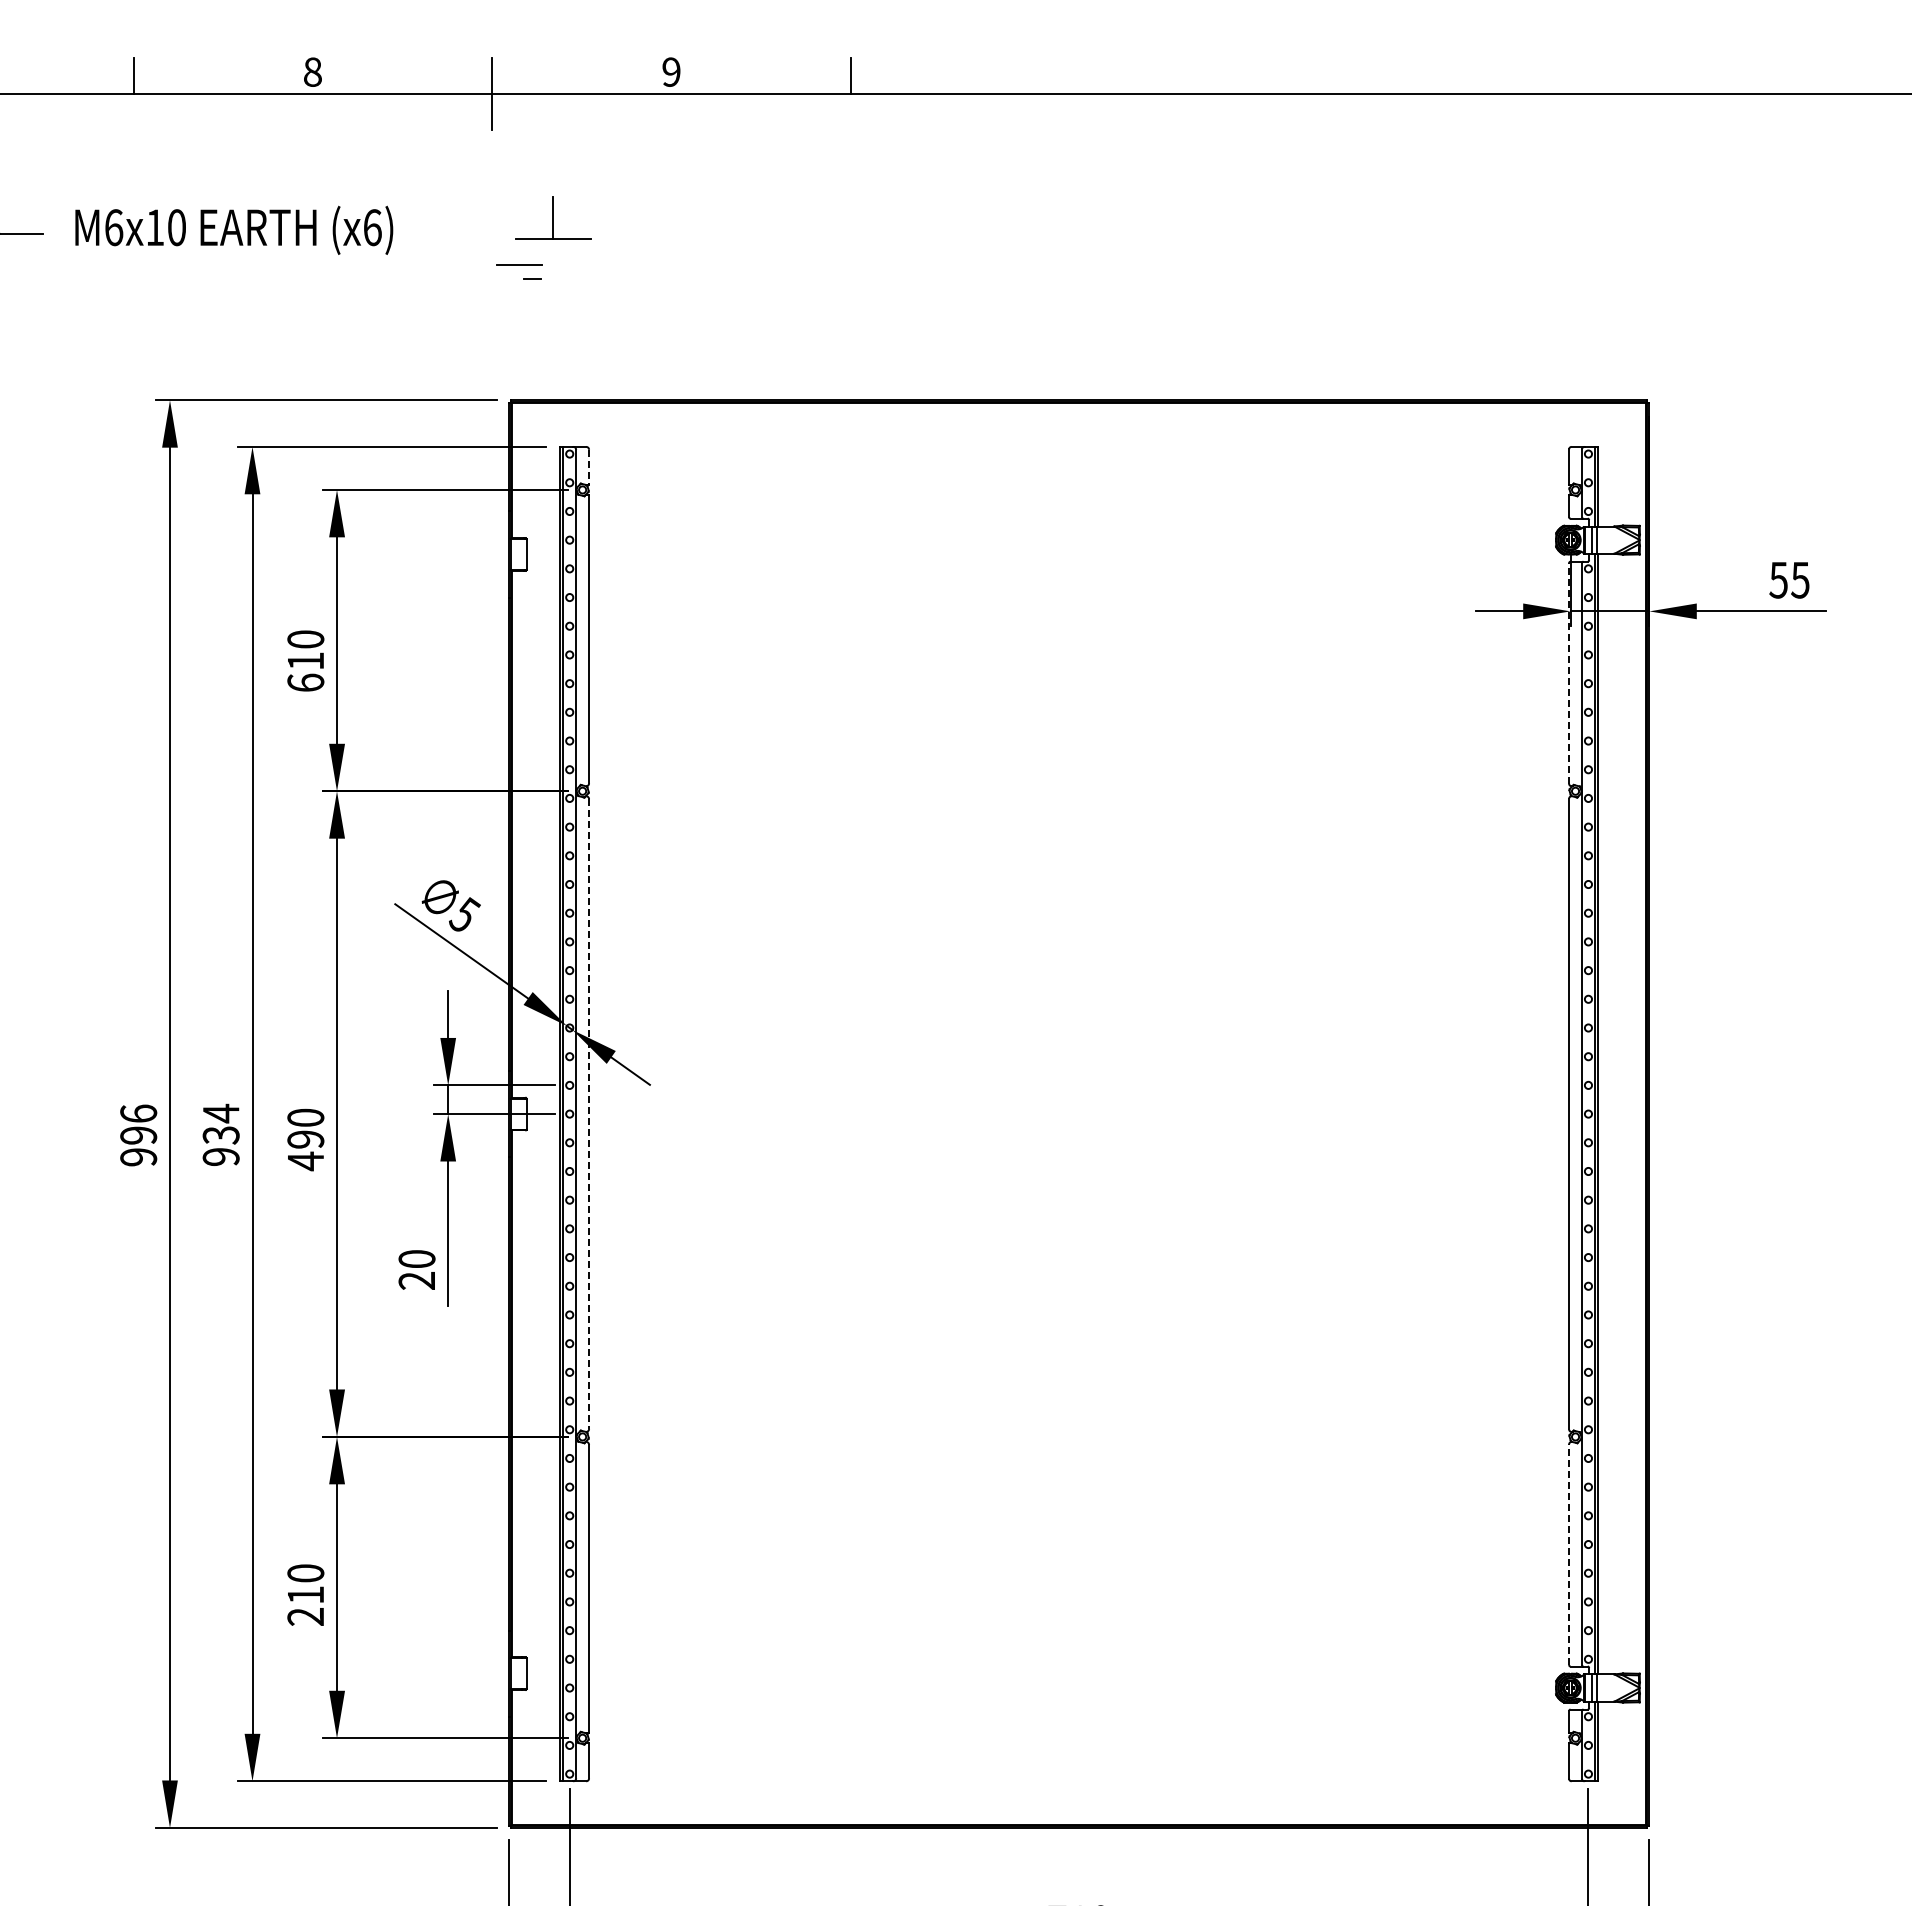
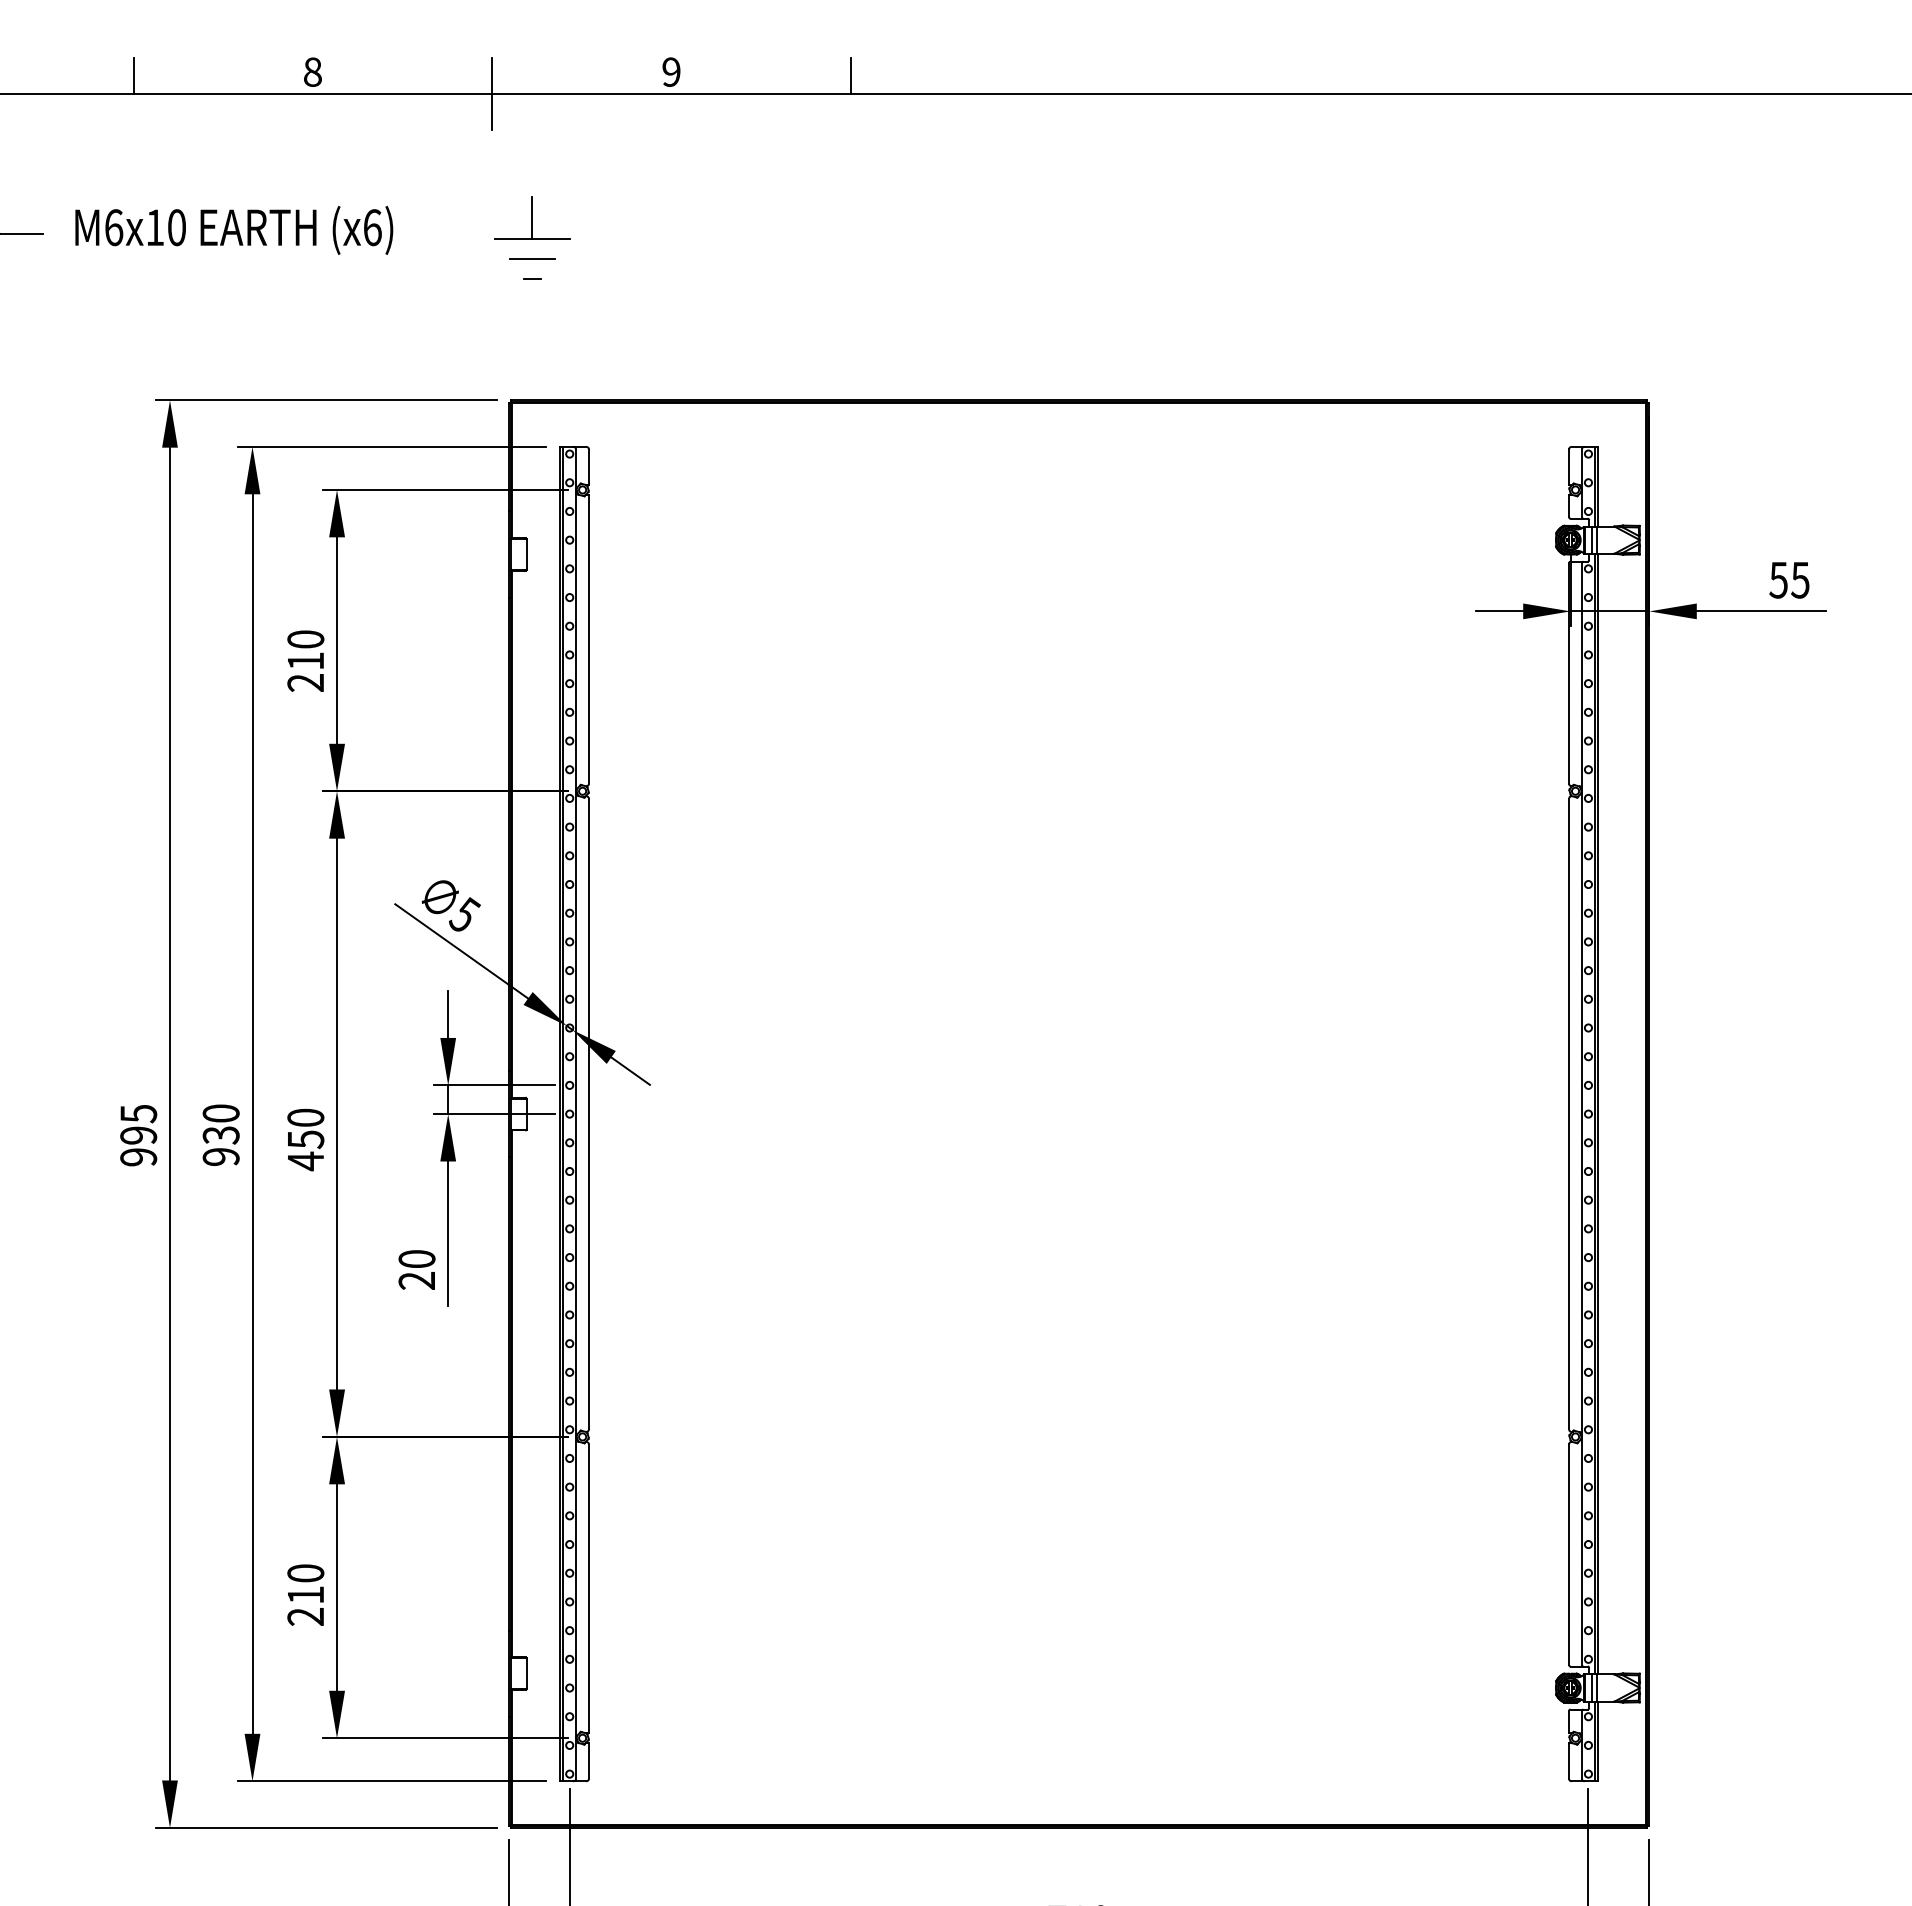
part at (553, 217) position: (553, 217) -> (532, 217)
line at (519, 264) position: (519, 264) -> (532, 258)
line at (589, 467): dashed -> solid
line at (1569, 672): dashed -> solid
text at (305, 682): 610 -> 210
text at (138, 1113): 996 -> 995
text at (220, 1113): 934 -> 930
line at (589, 1114): dashed -> solid
text at (305, 1139): 490 -> 450
line at (1569, 1554): dashed -> solid
